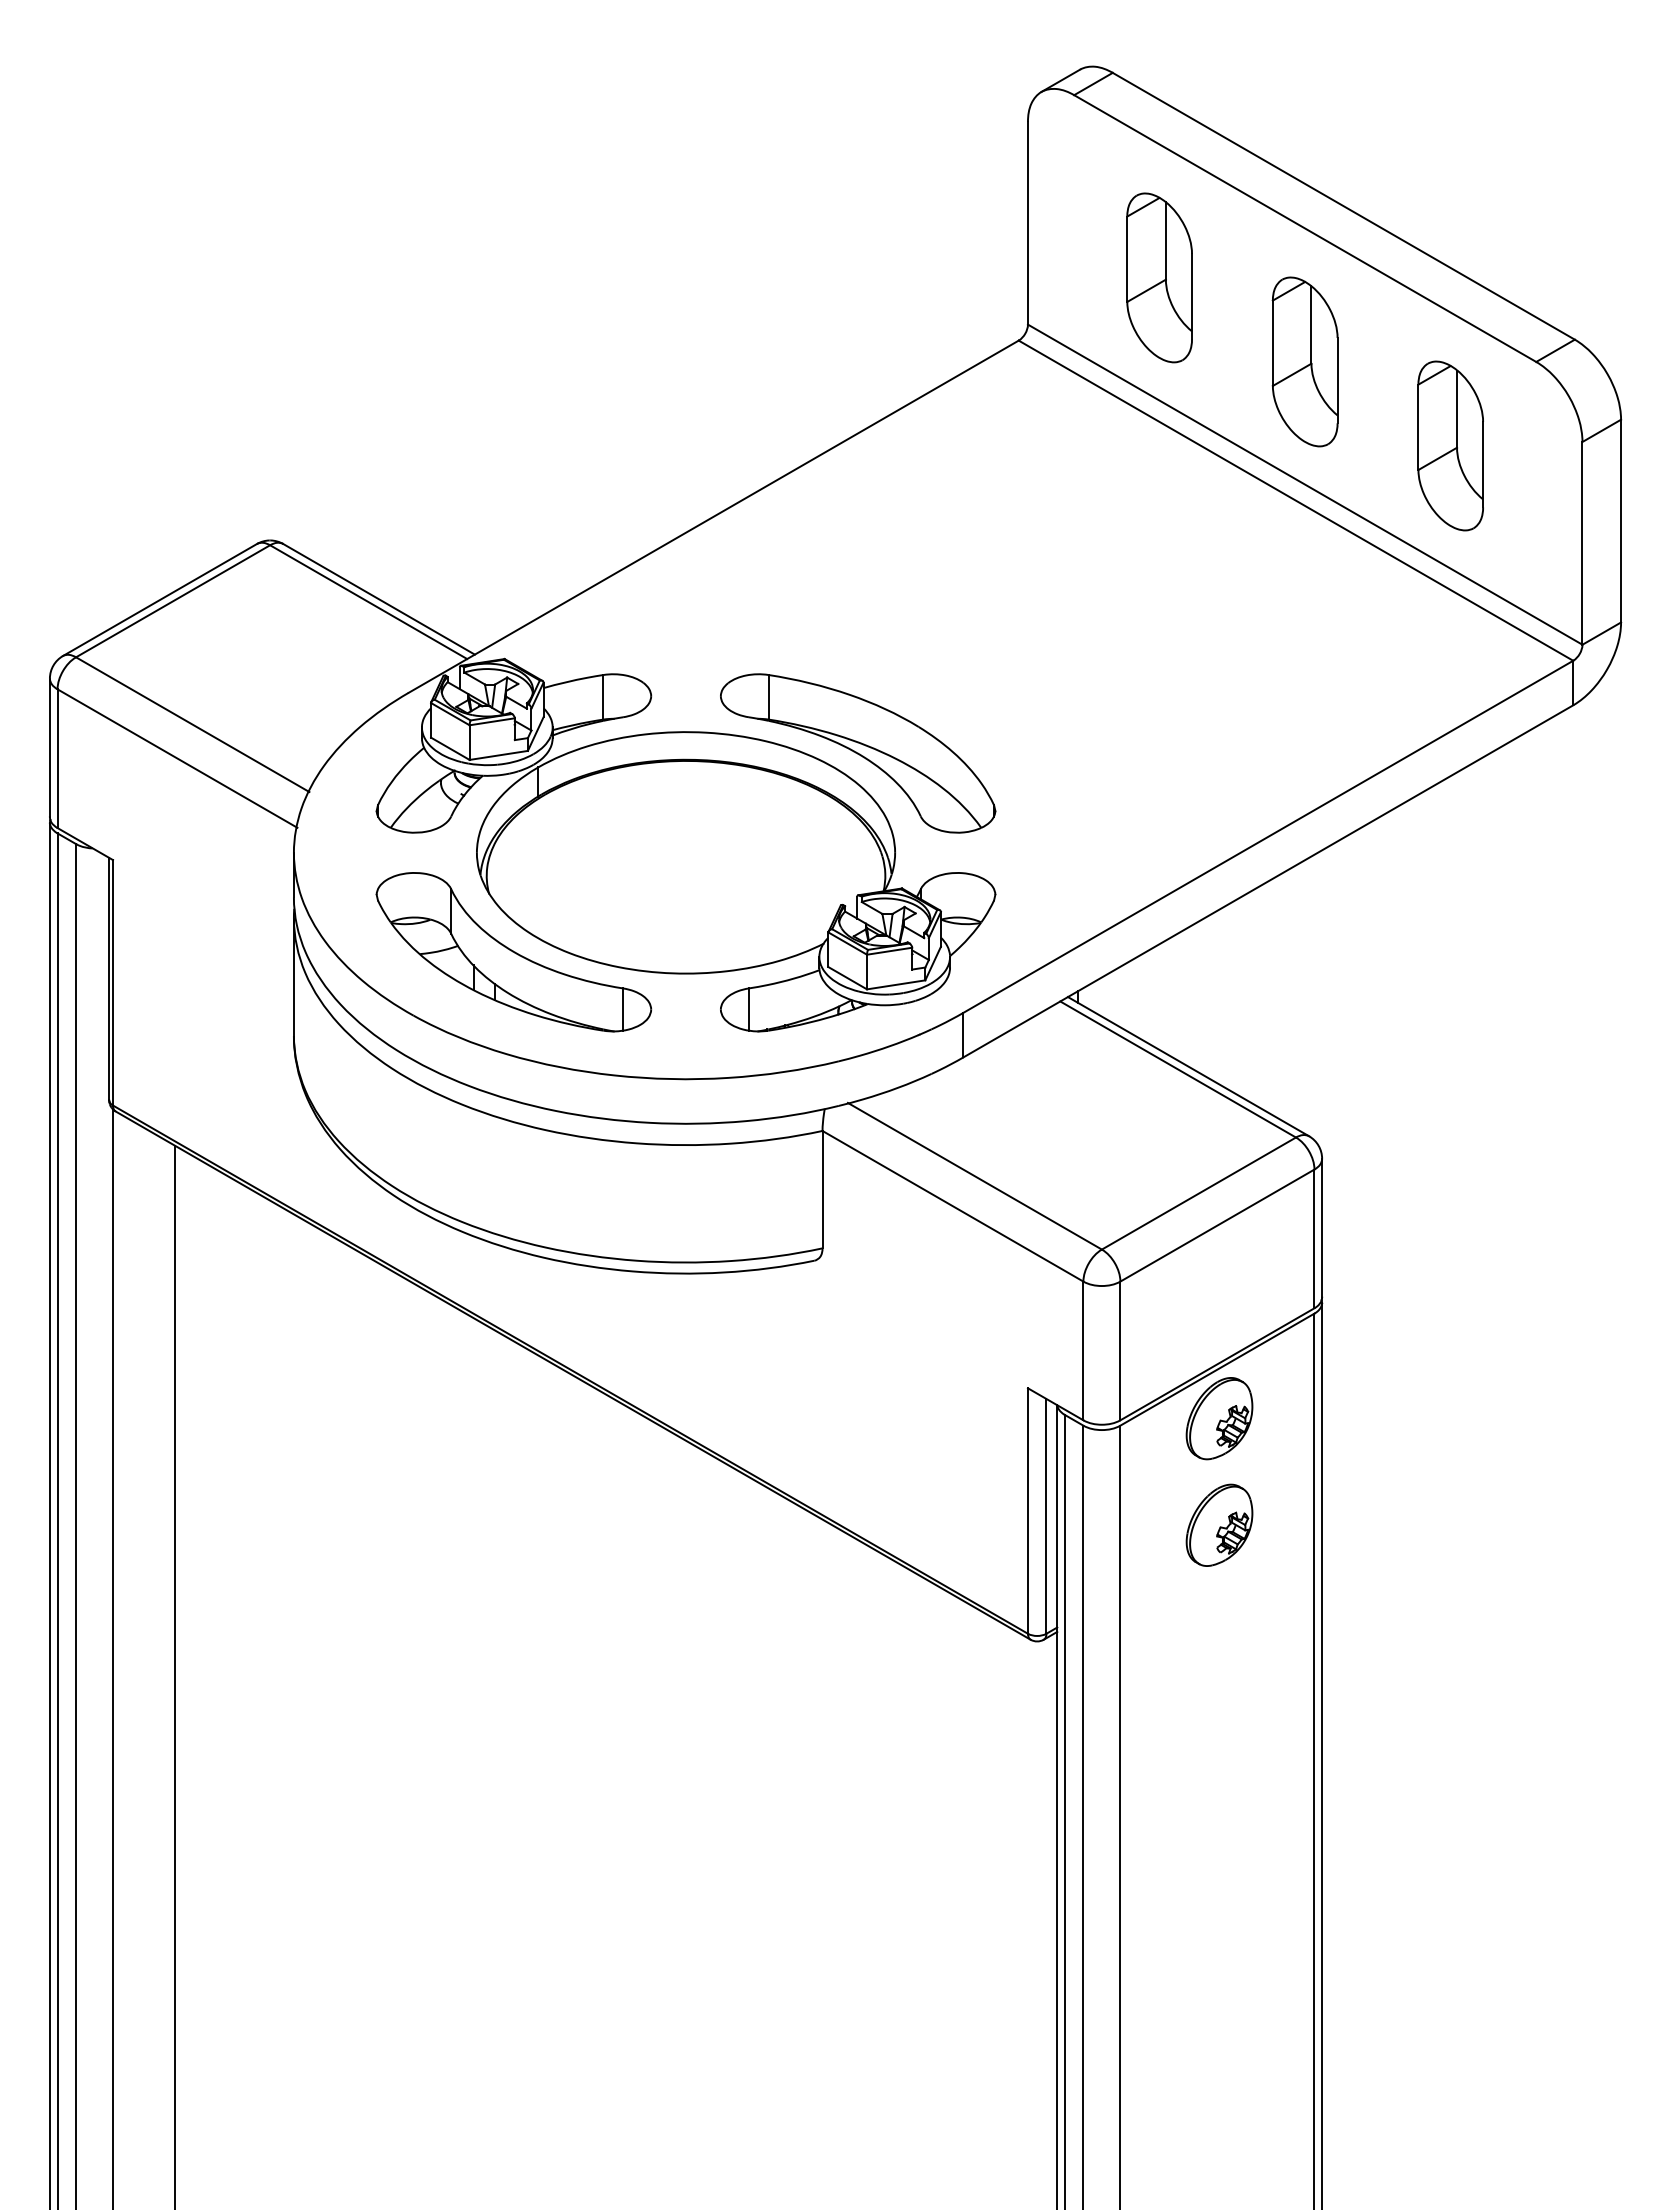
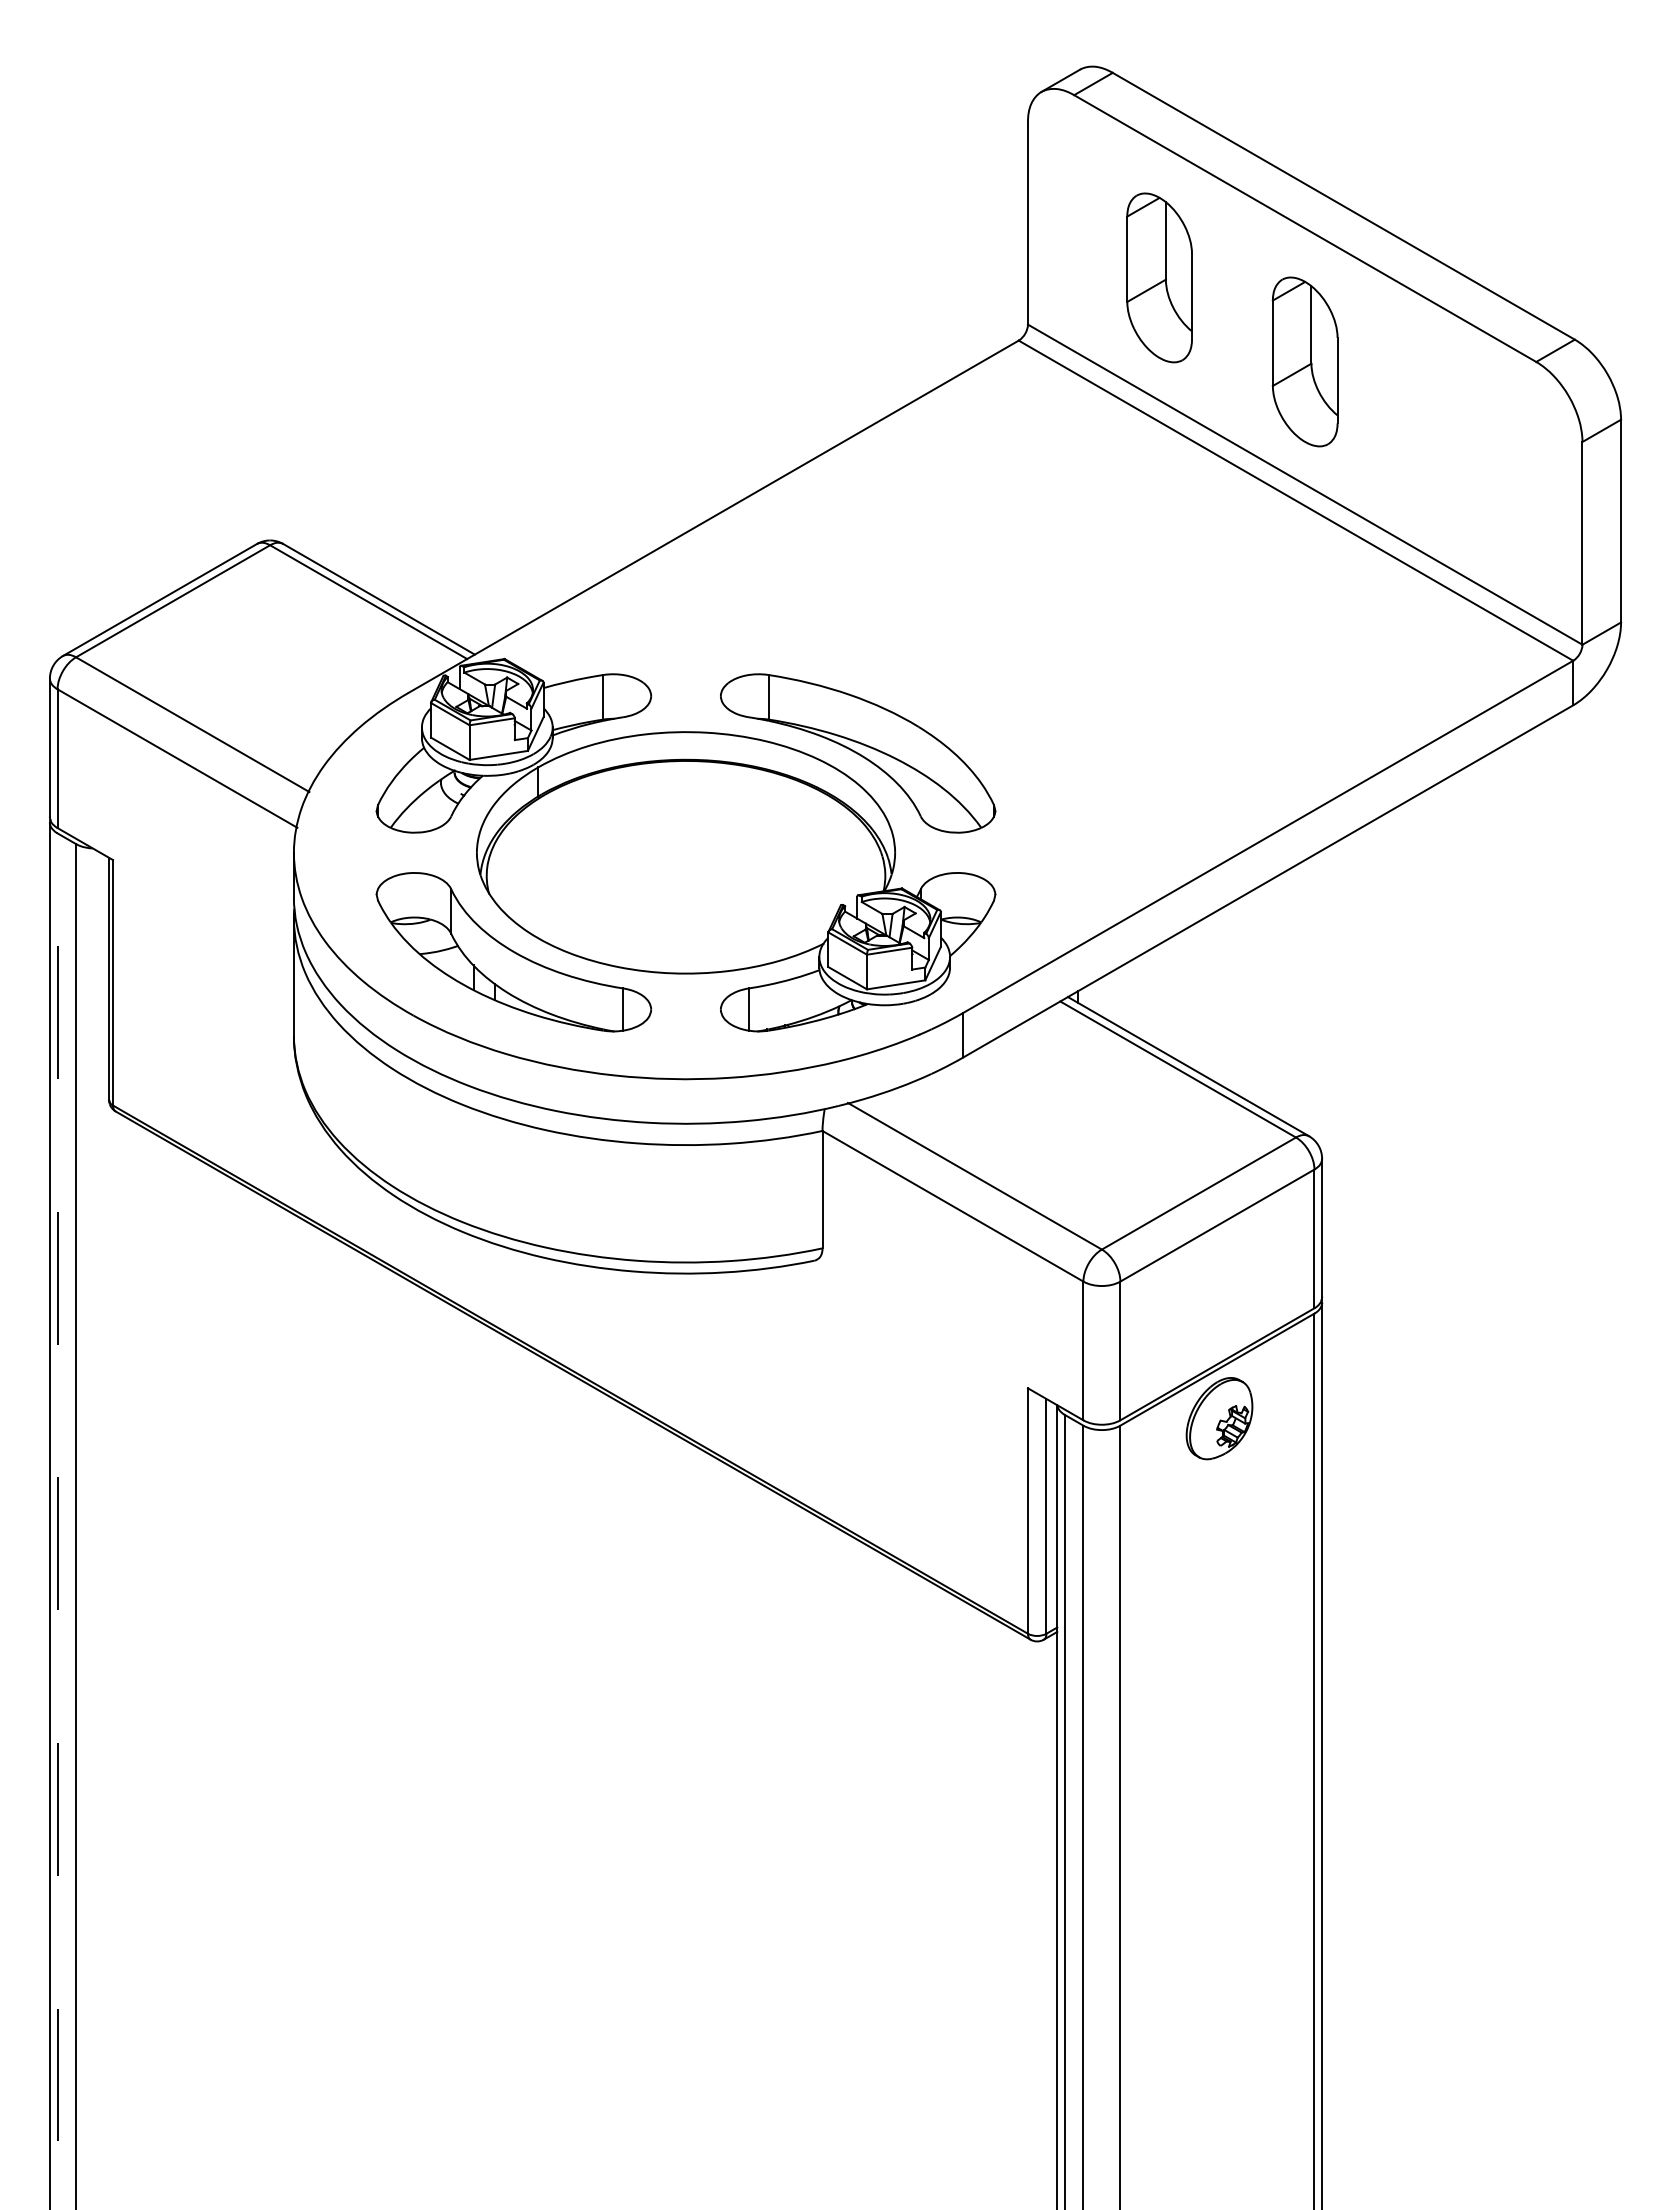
part at (1450, 445): present -> none
line at (57, 1521): solid -> dashed
part at (1219, 1524): present -> none
line at (113, 1657): present -> none
line at (175, 1675): present -> none
